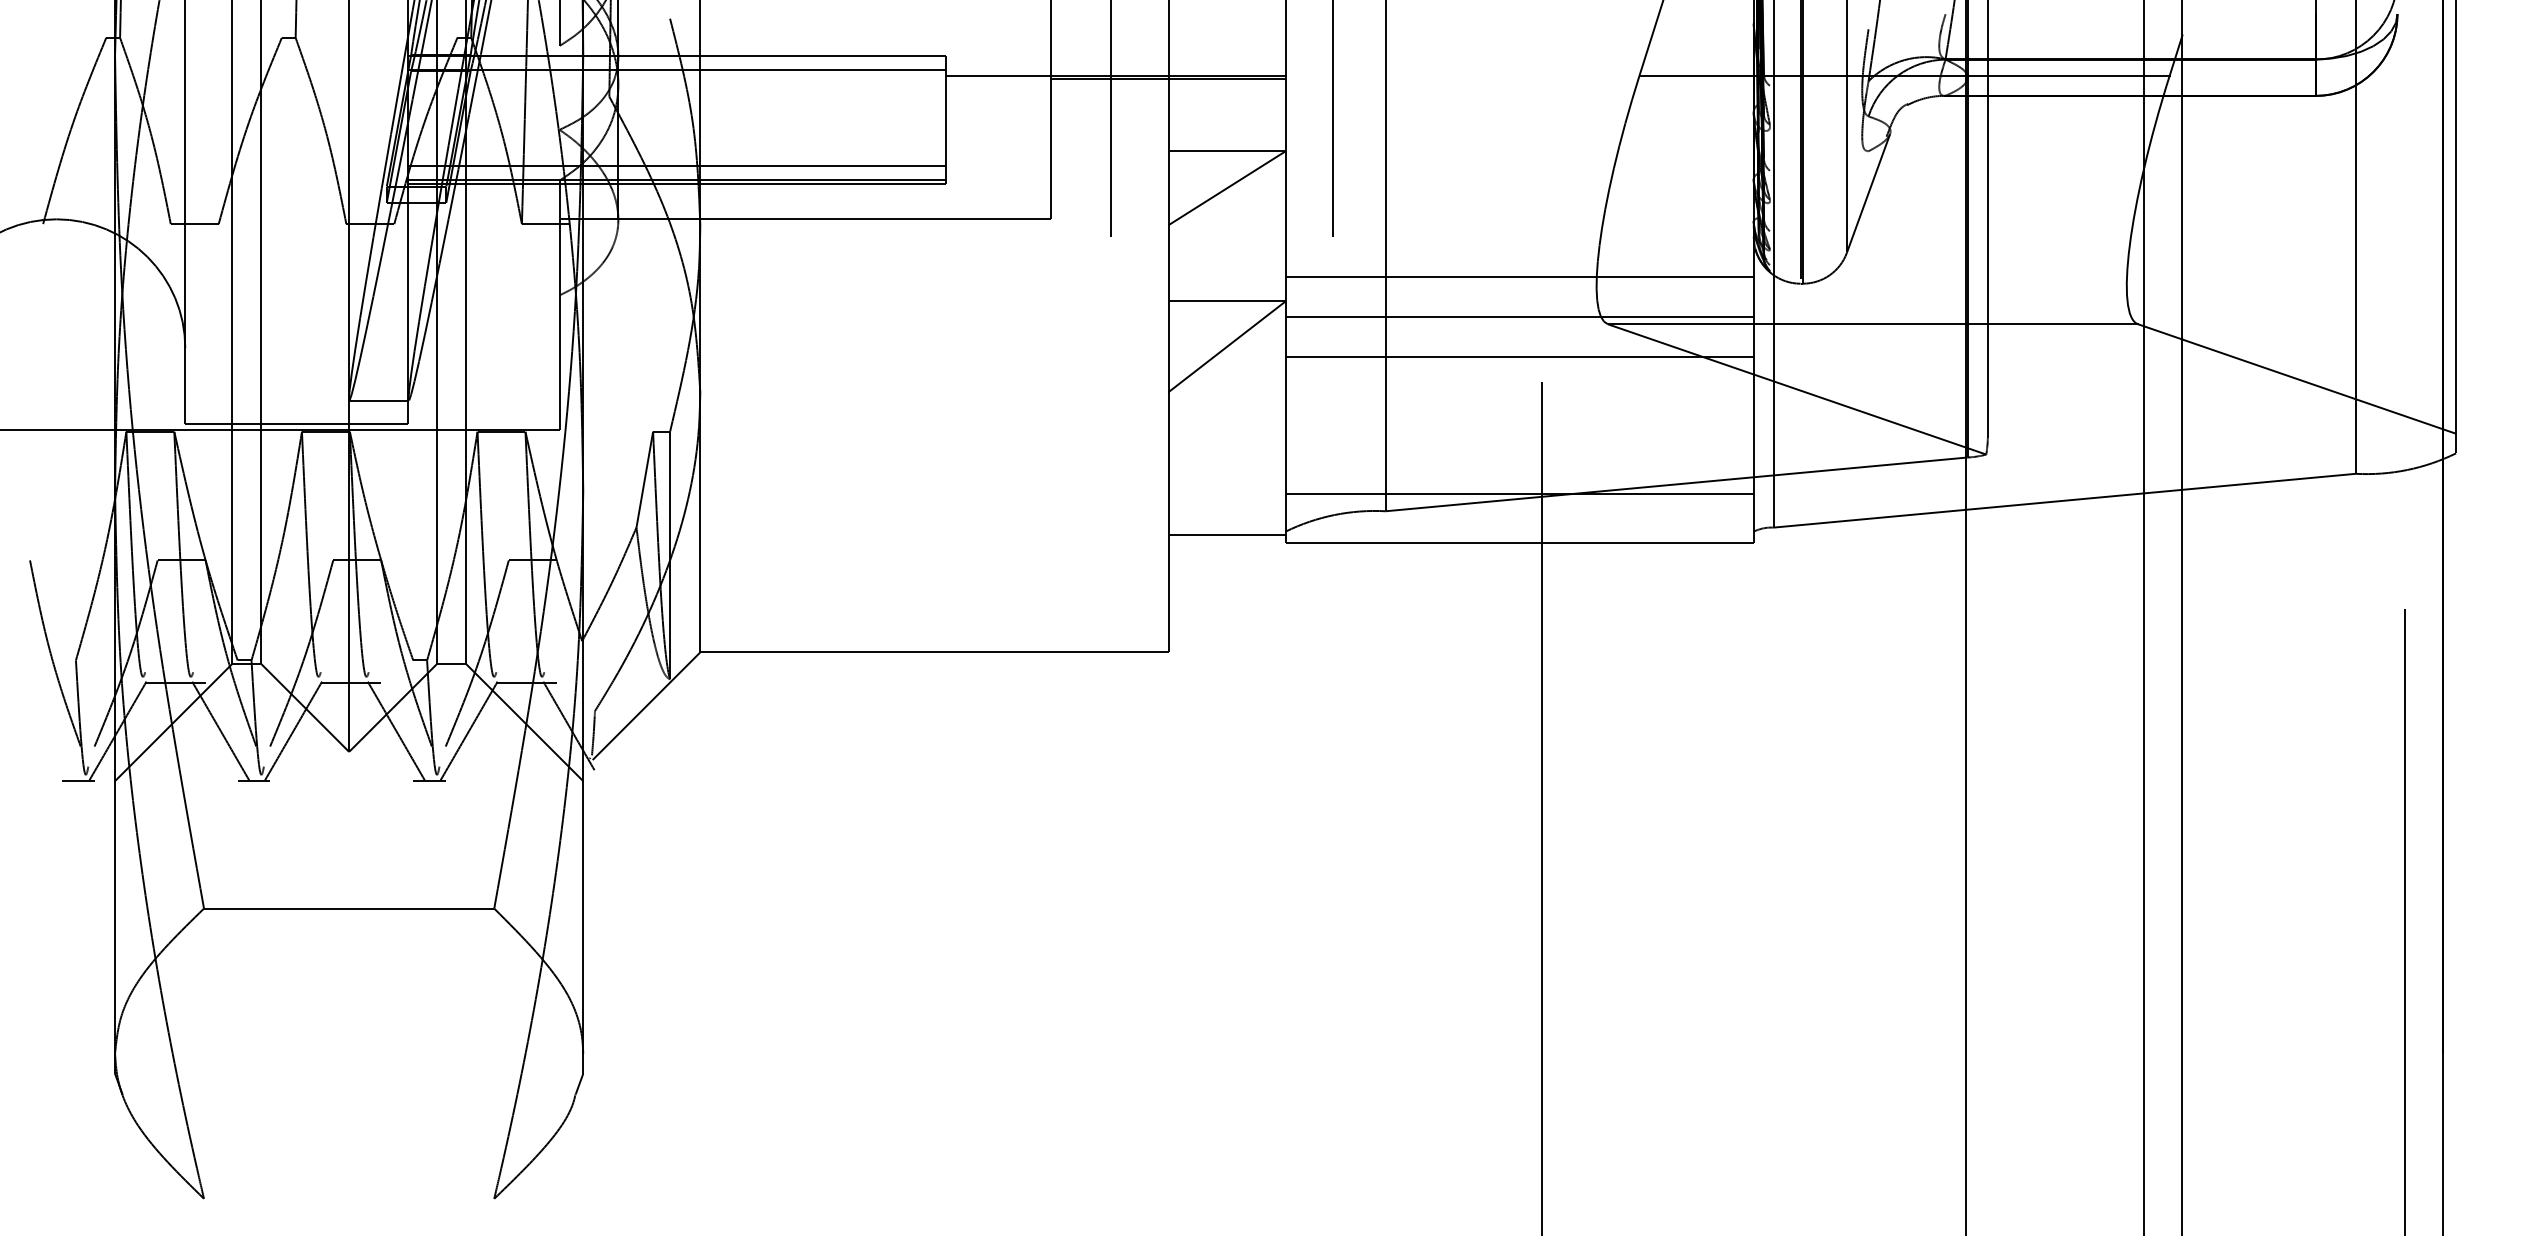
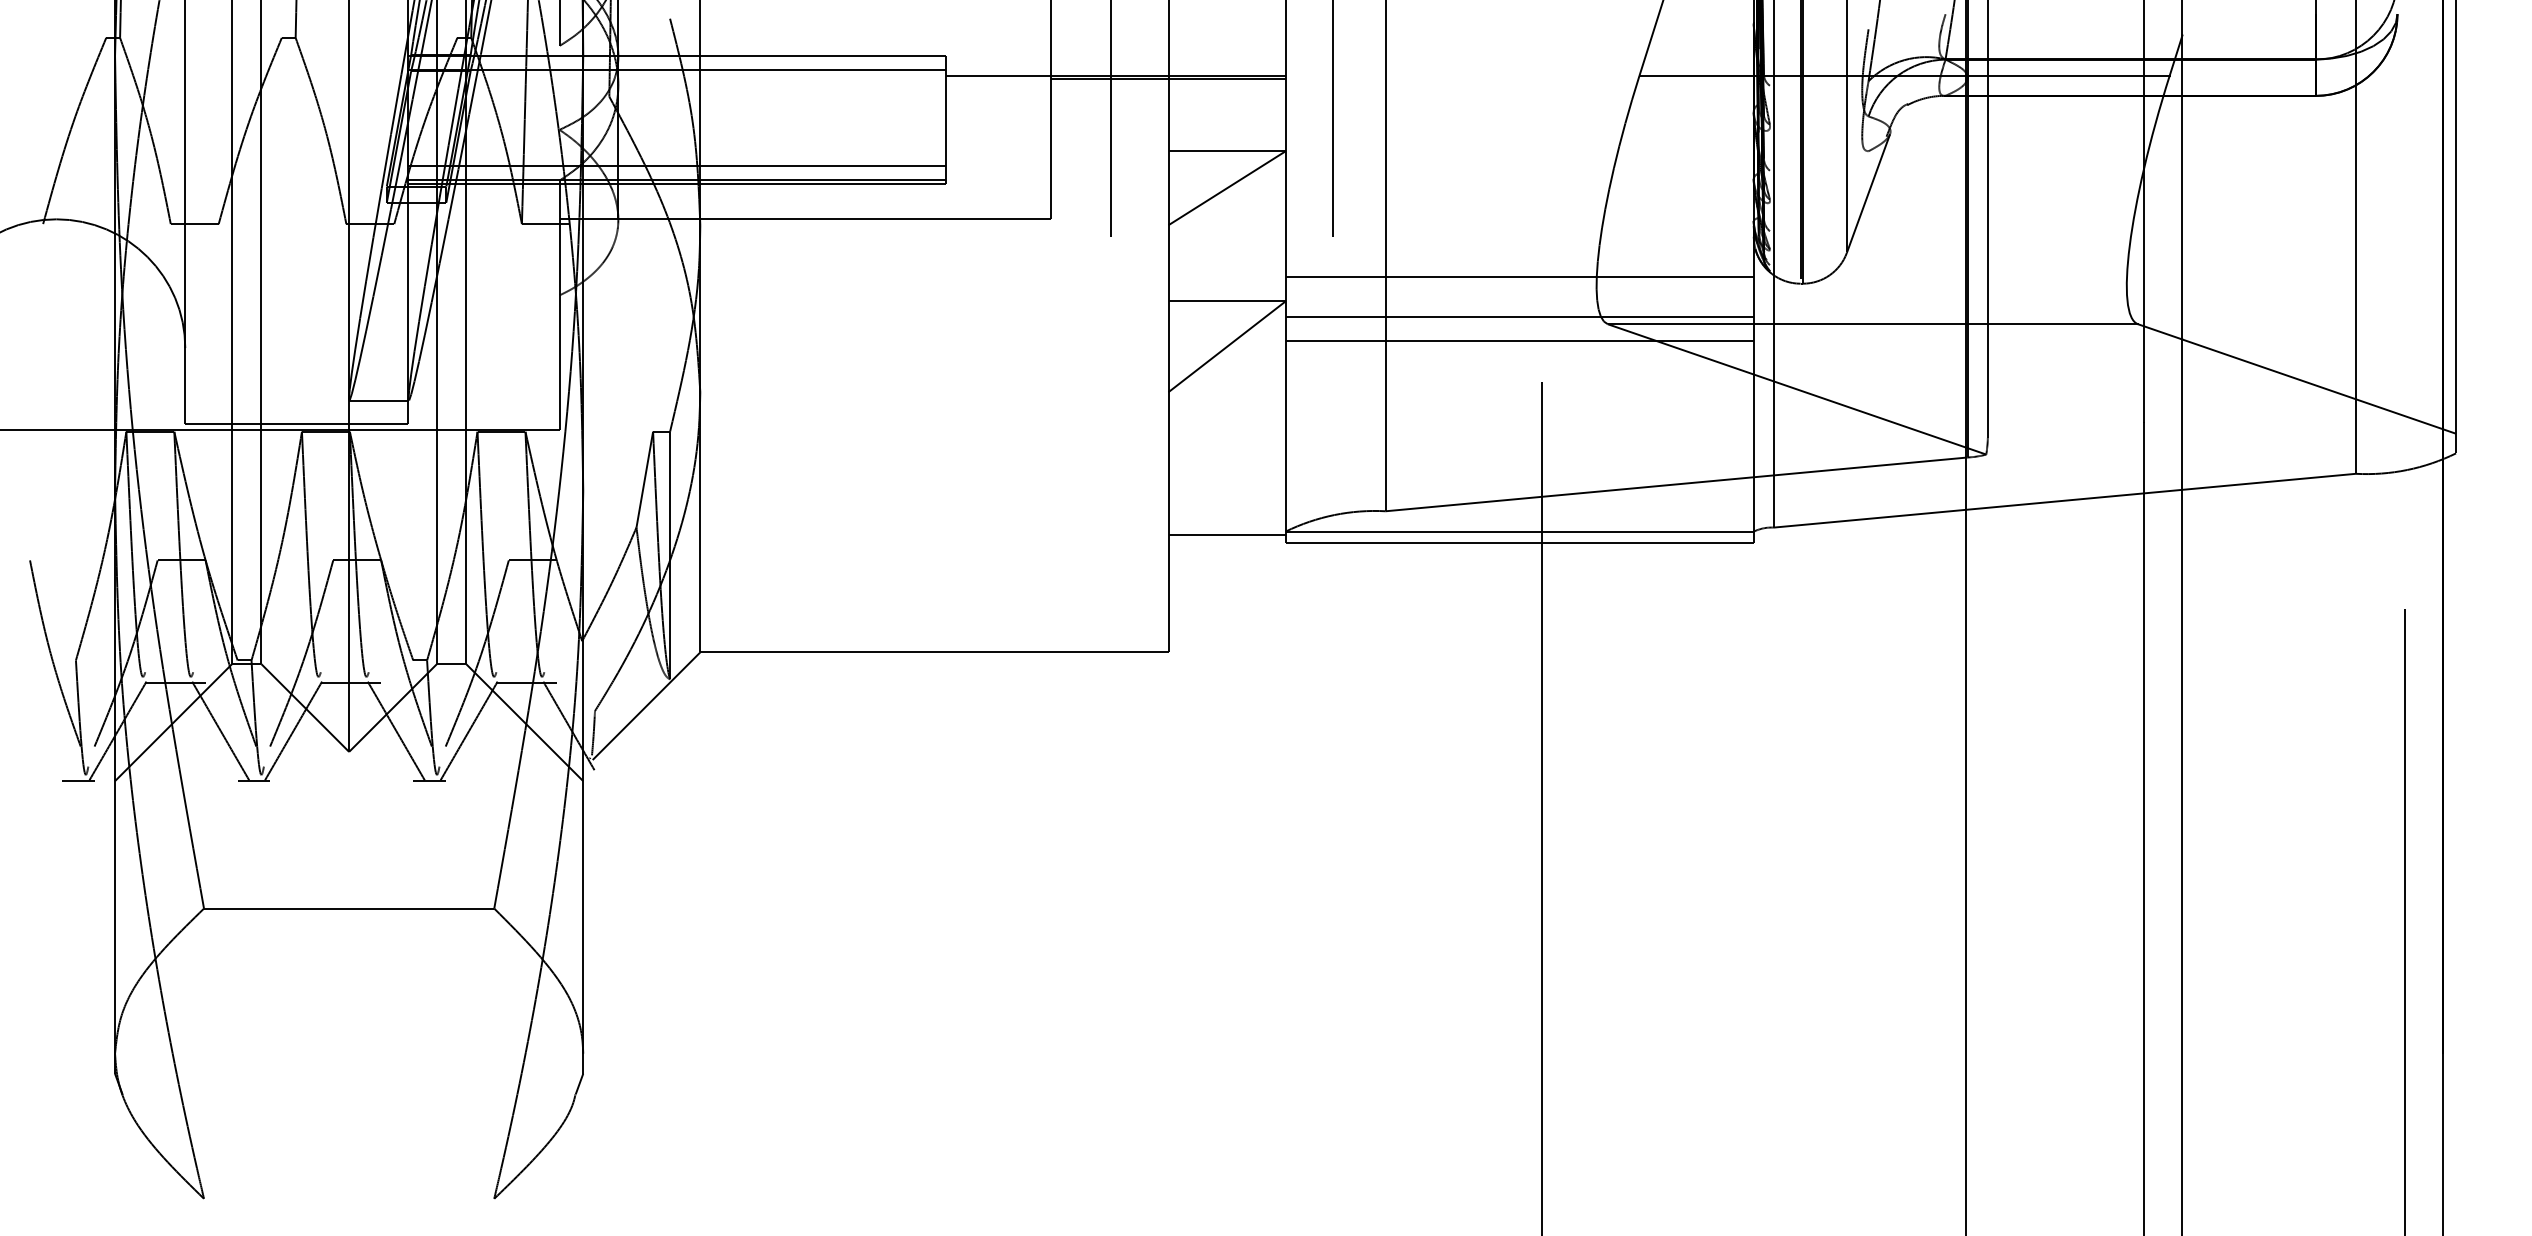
line at (1519, 357) position: (1519, 357) -> (1519, 341)
line at (1519, 494) position: (1519, 494) -> (1519, 532)
